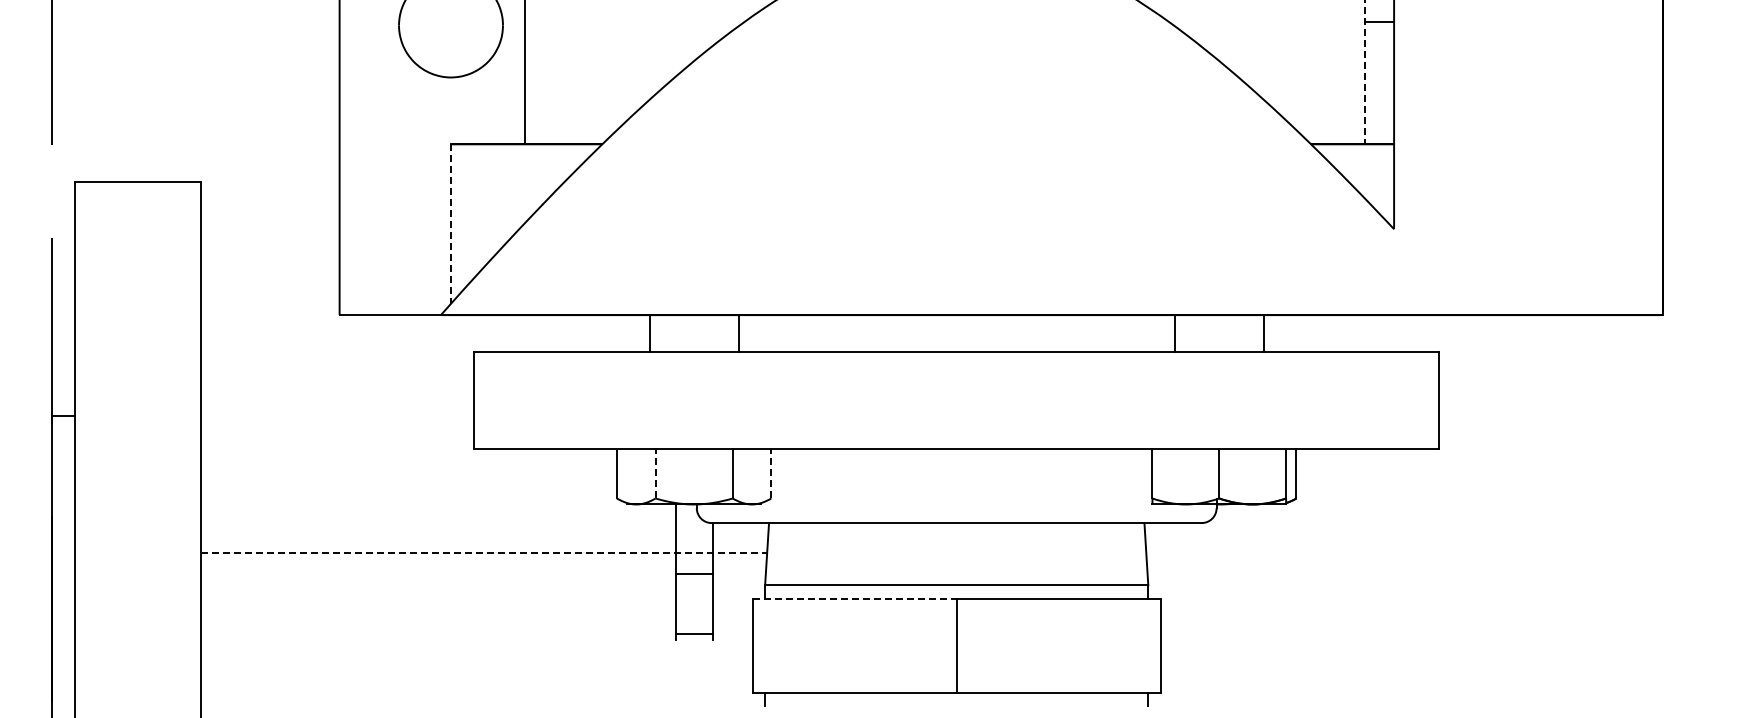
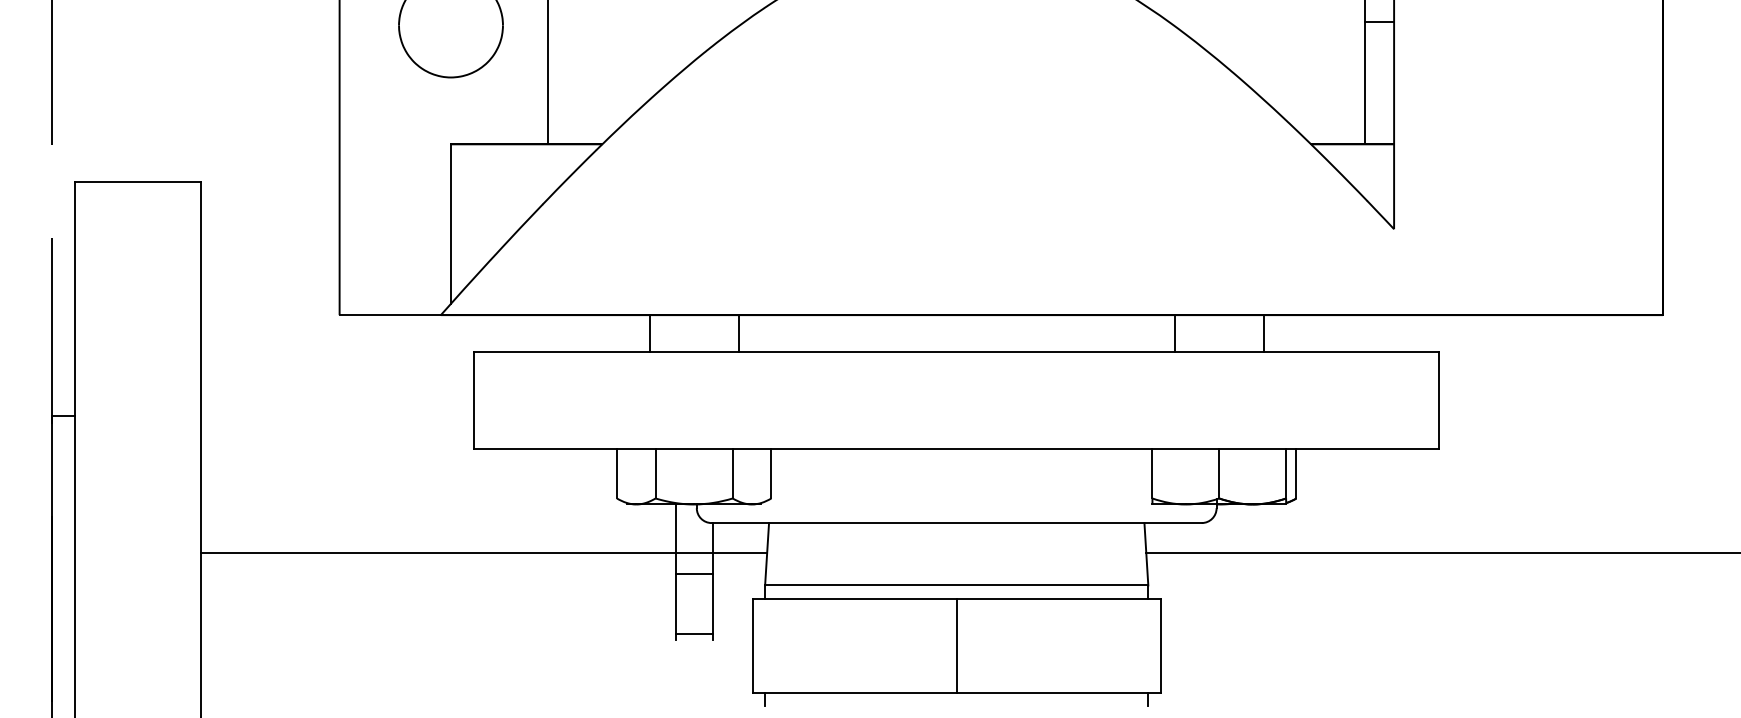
line at (1365, 72): dashed -> solid
line at (525, 73) position: (525, 73) -> (548, 73)
line at (451, 224): dashed -> solid
line at (655, 473): dashed -> solid
line at (771, 473): dashed -> solid
line at (484, 553): dashed -> solid
line at (1441, 553): none -> present
line at (855, 598): dashed -> solid
